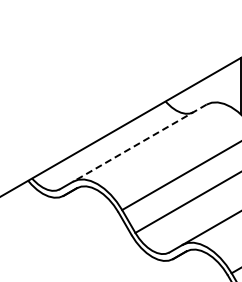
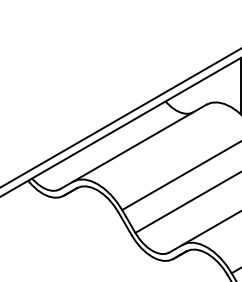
line at (120, 118): none -> present
line at (139, 143): dashed -> solid
